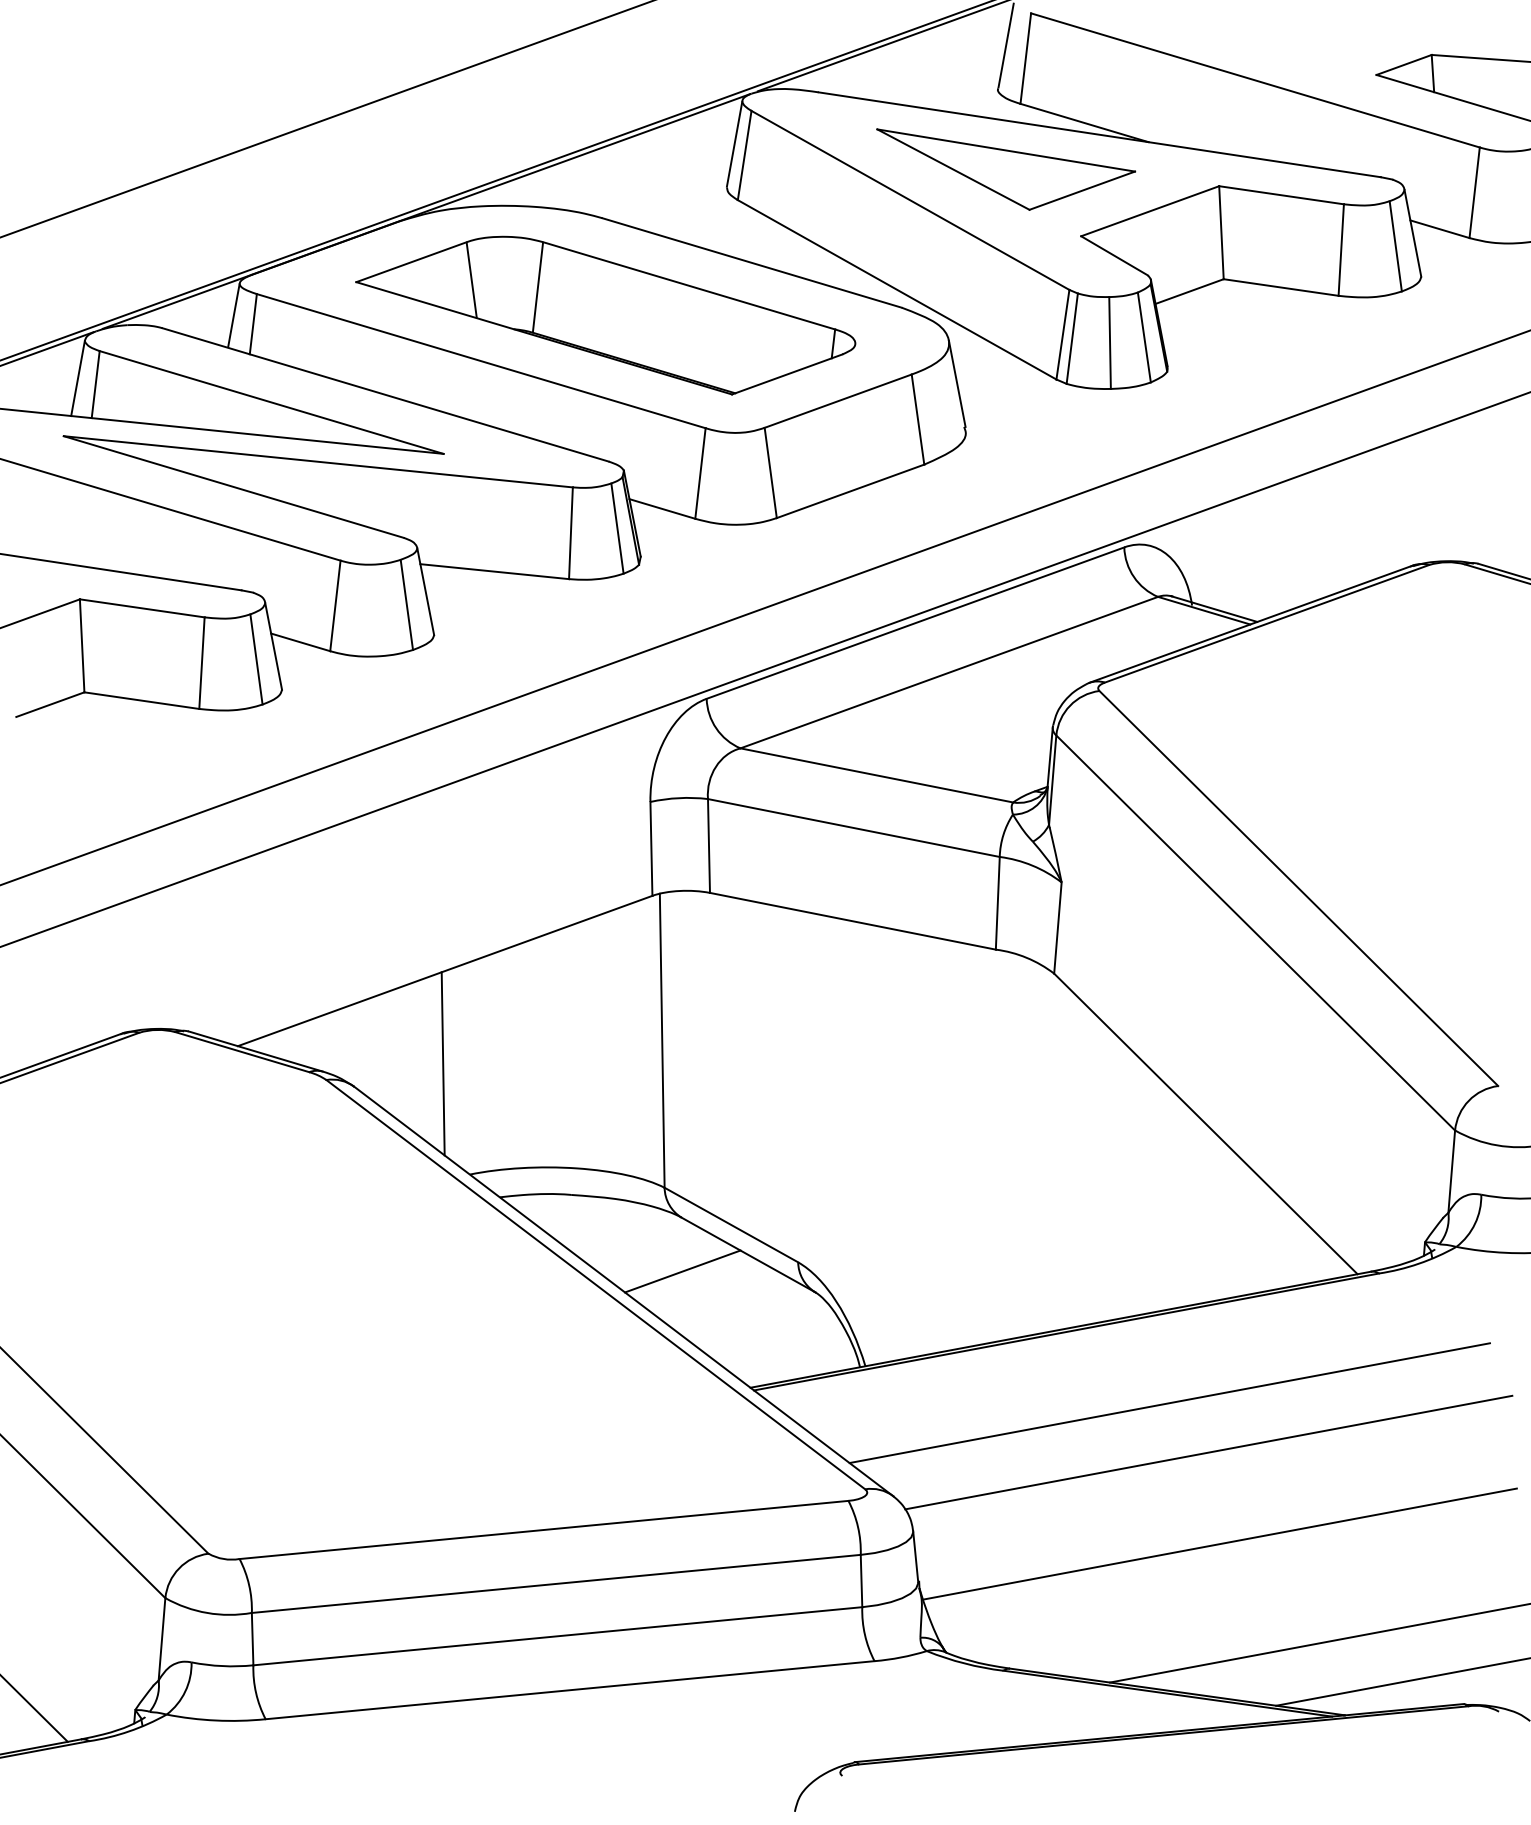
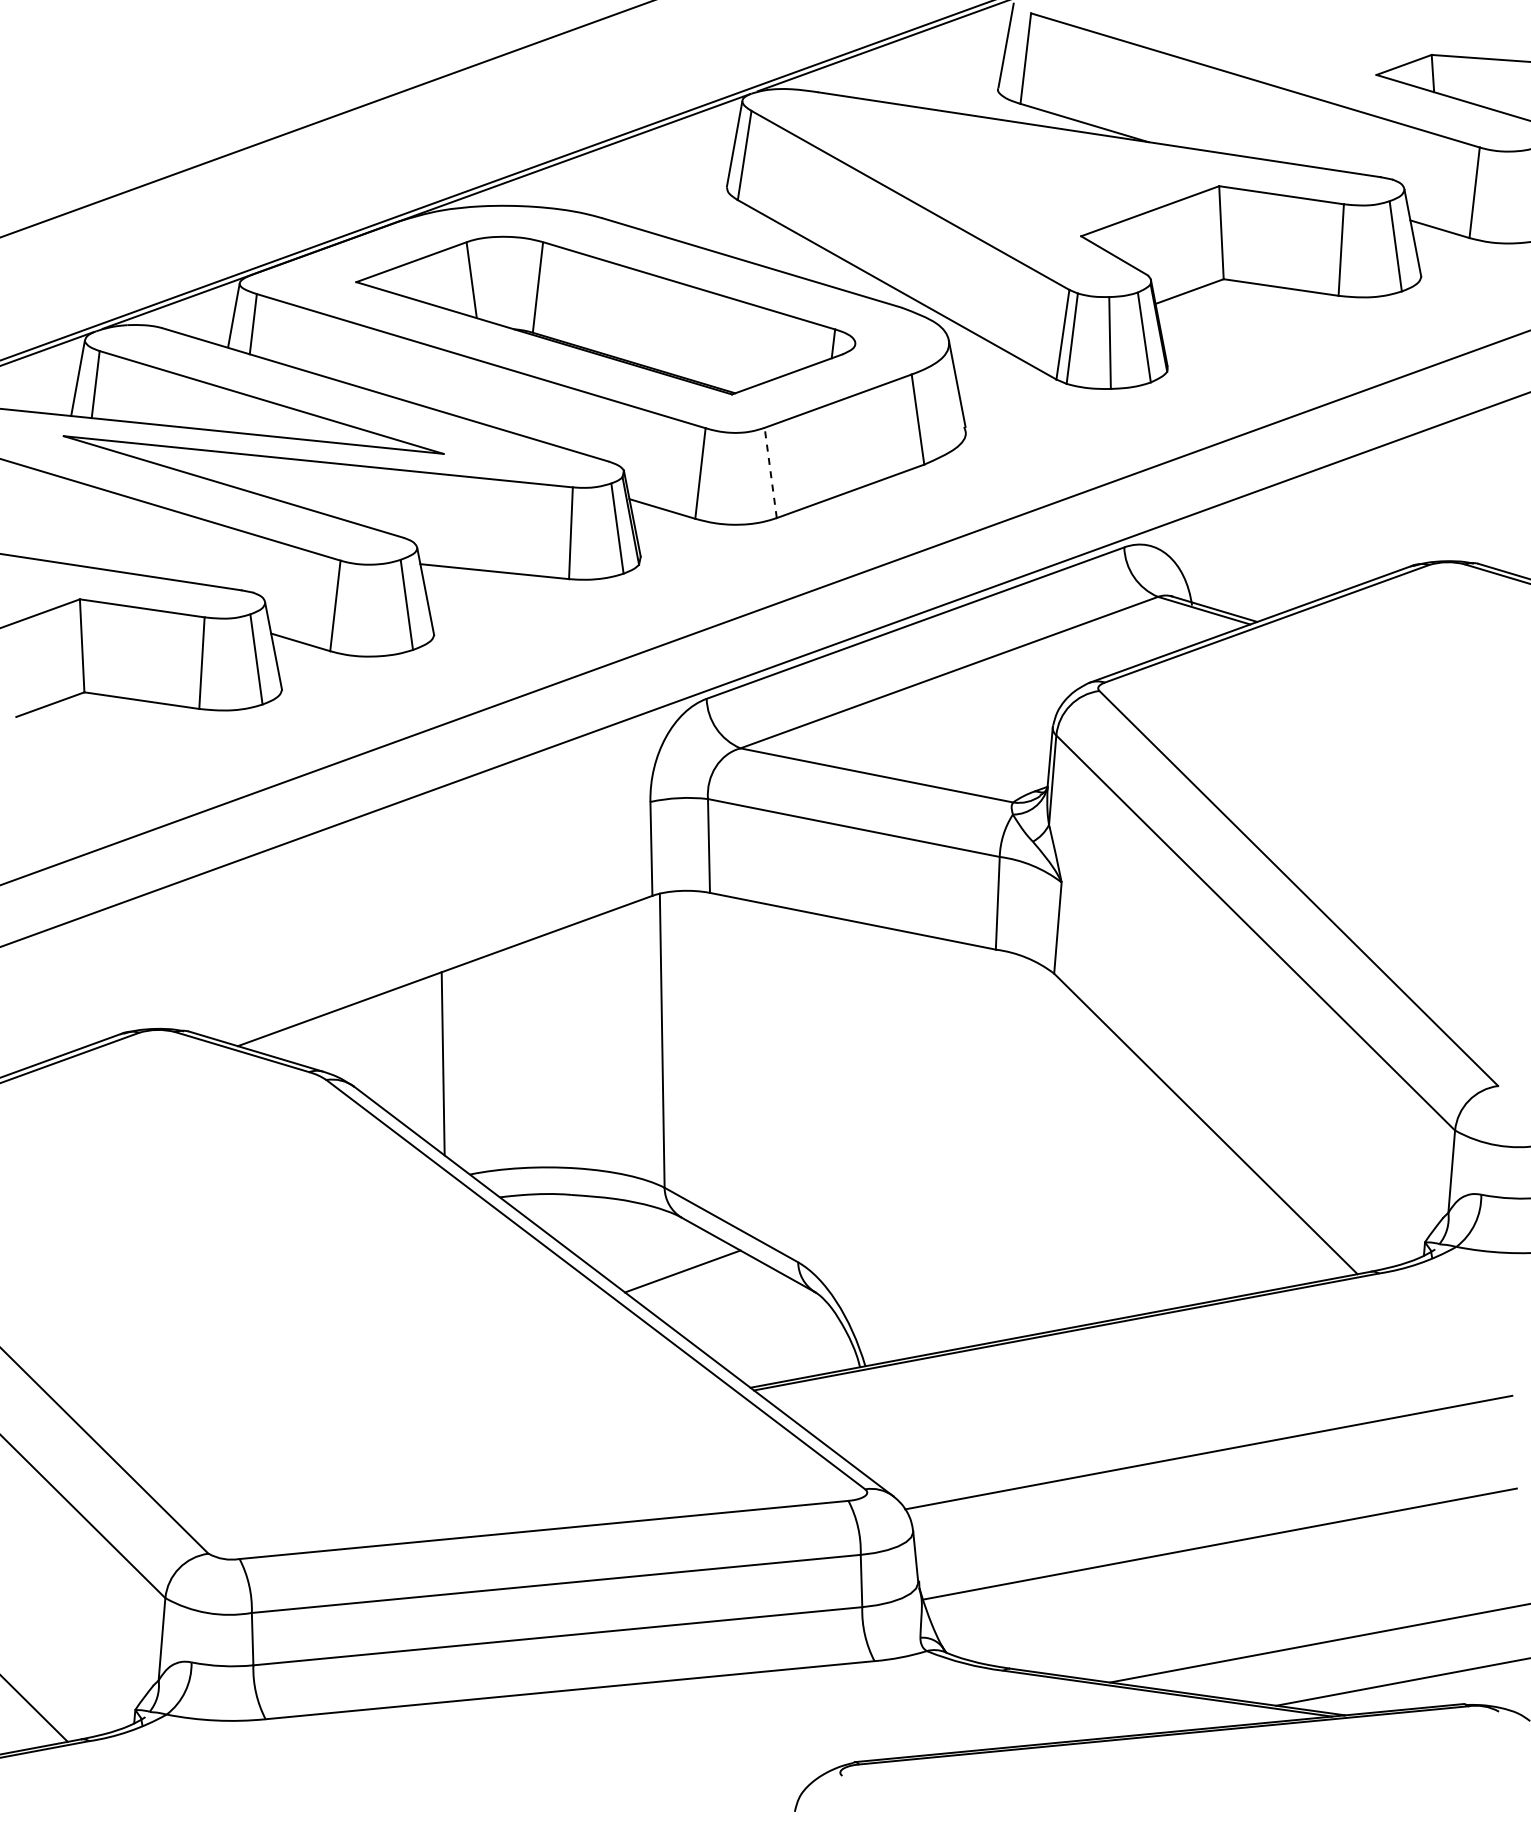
part at (1006, 169): present -> none
line at (770, 472): solid -> dashed
line at (1169, 1403): present -> none
